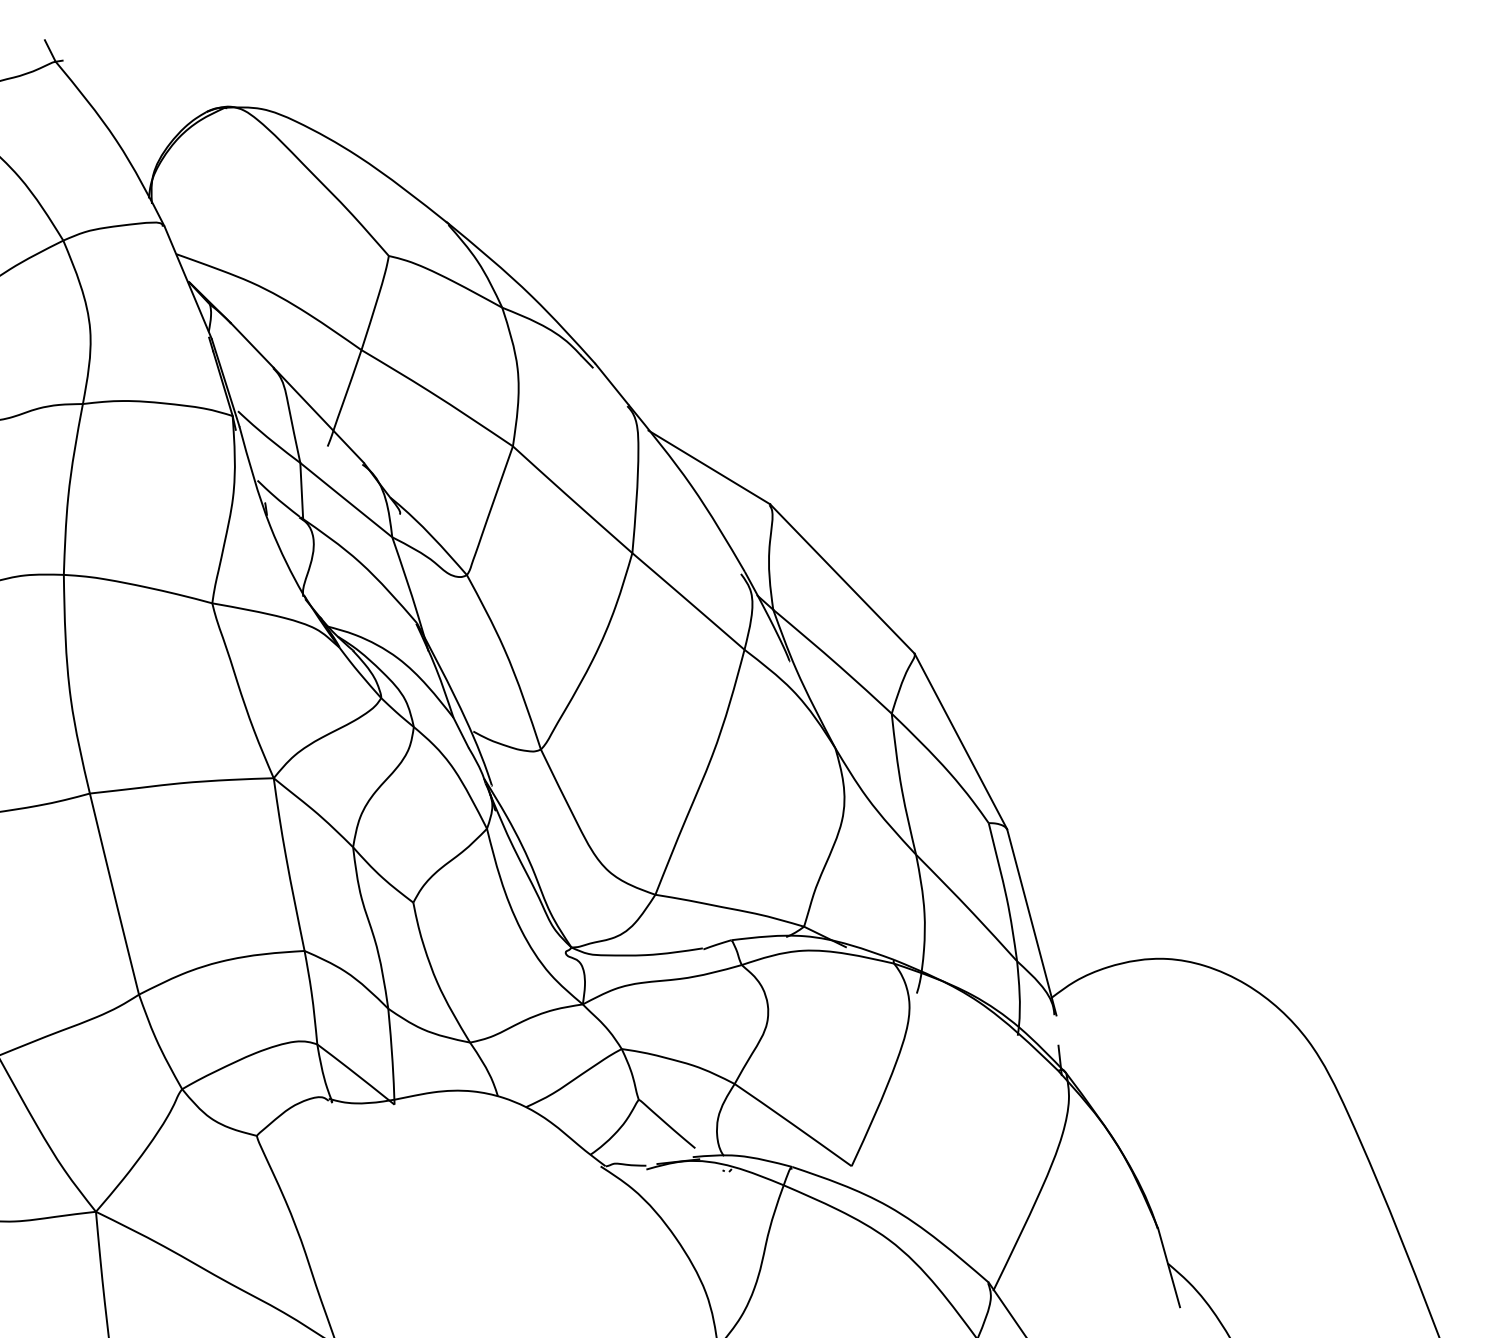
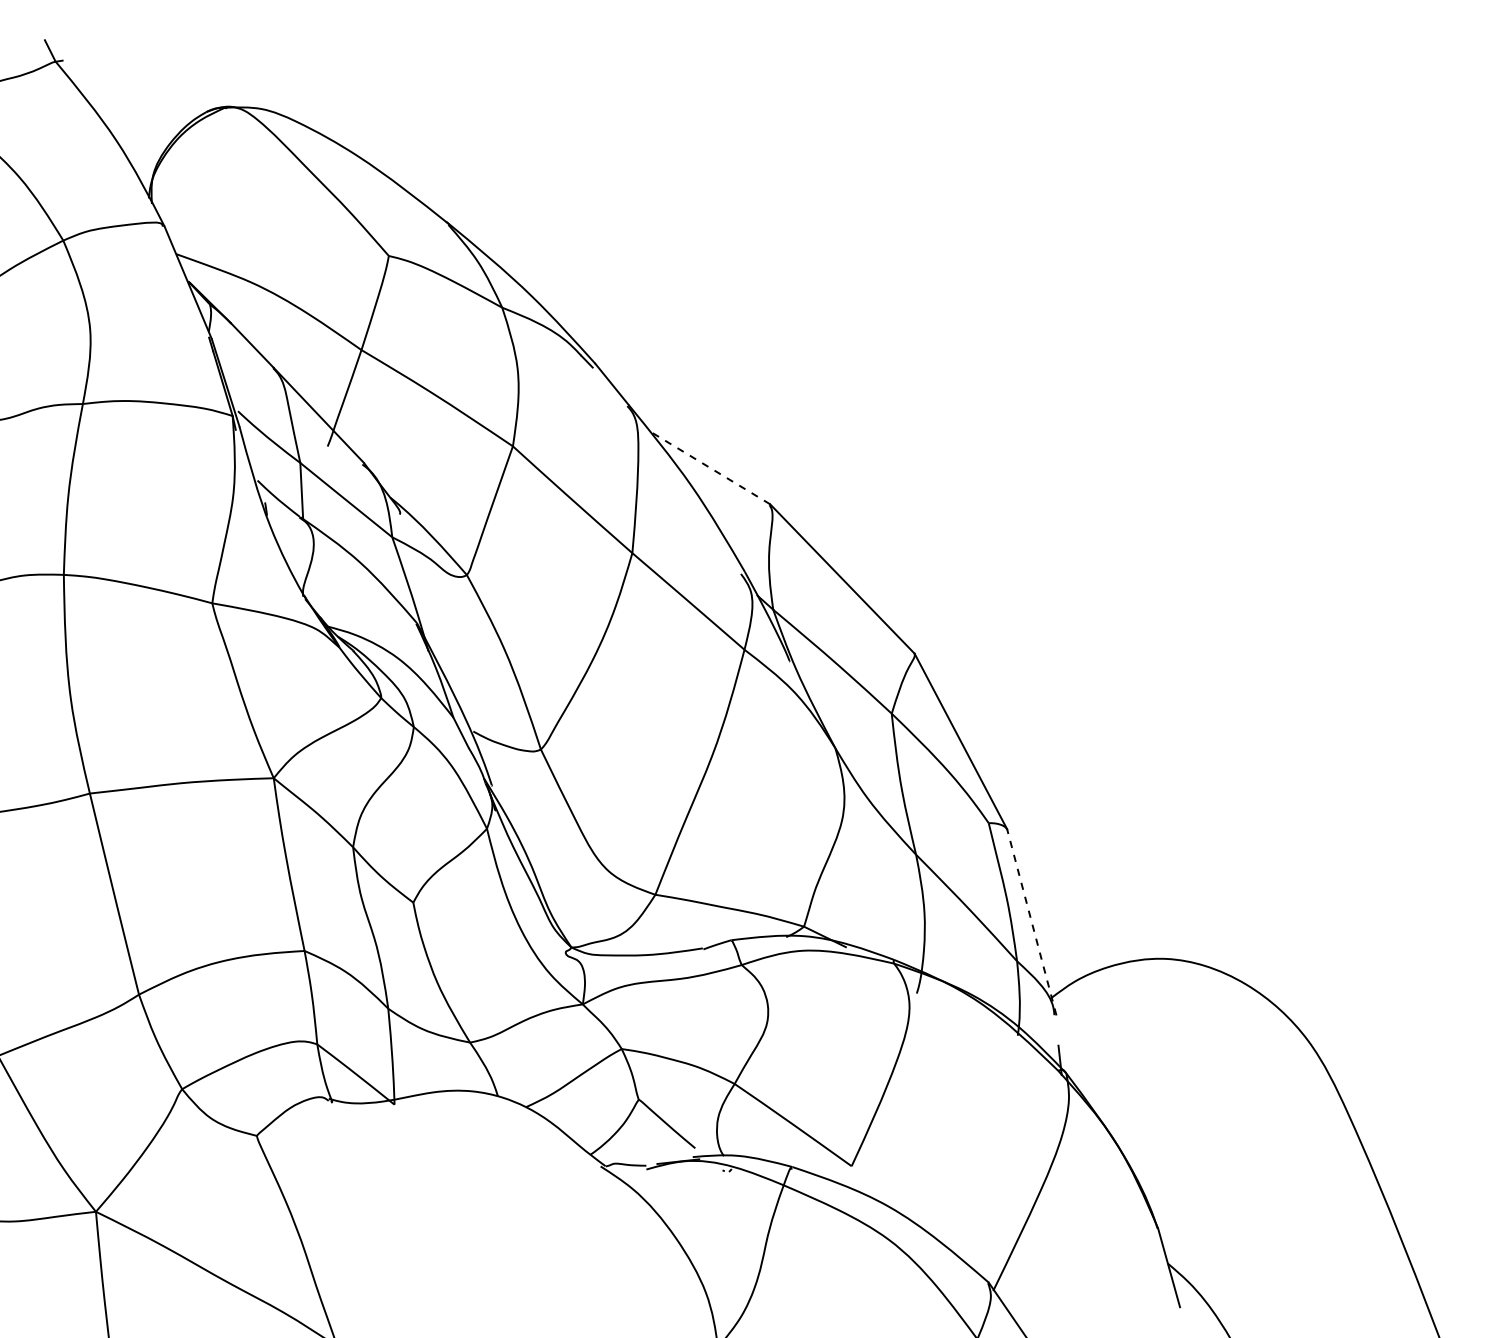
line at (708, 467): solid -> dashed
line at (1031, 921): solid -> dashed
